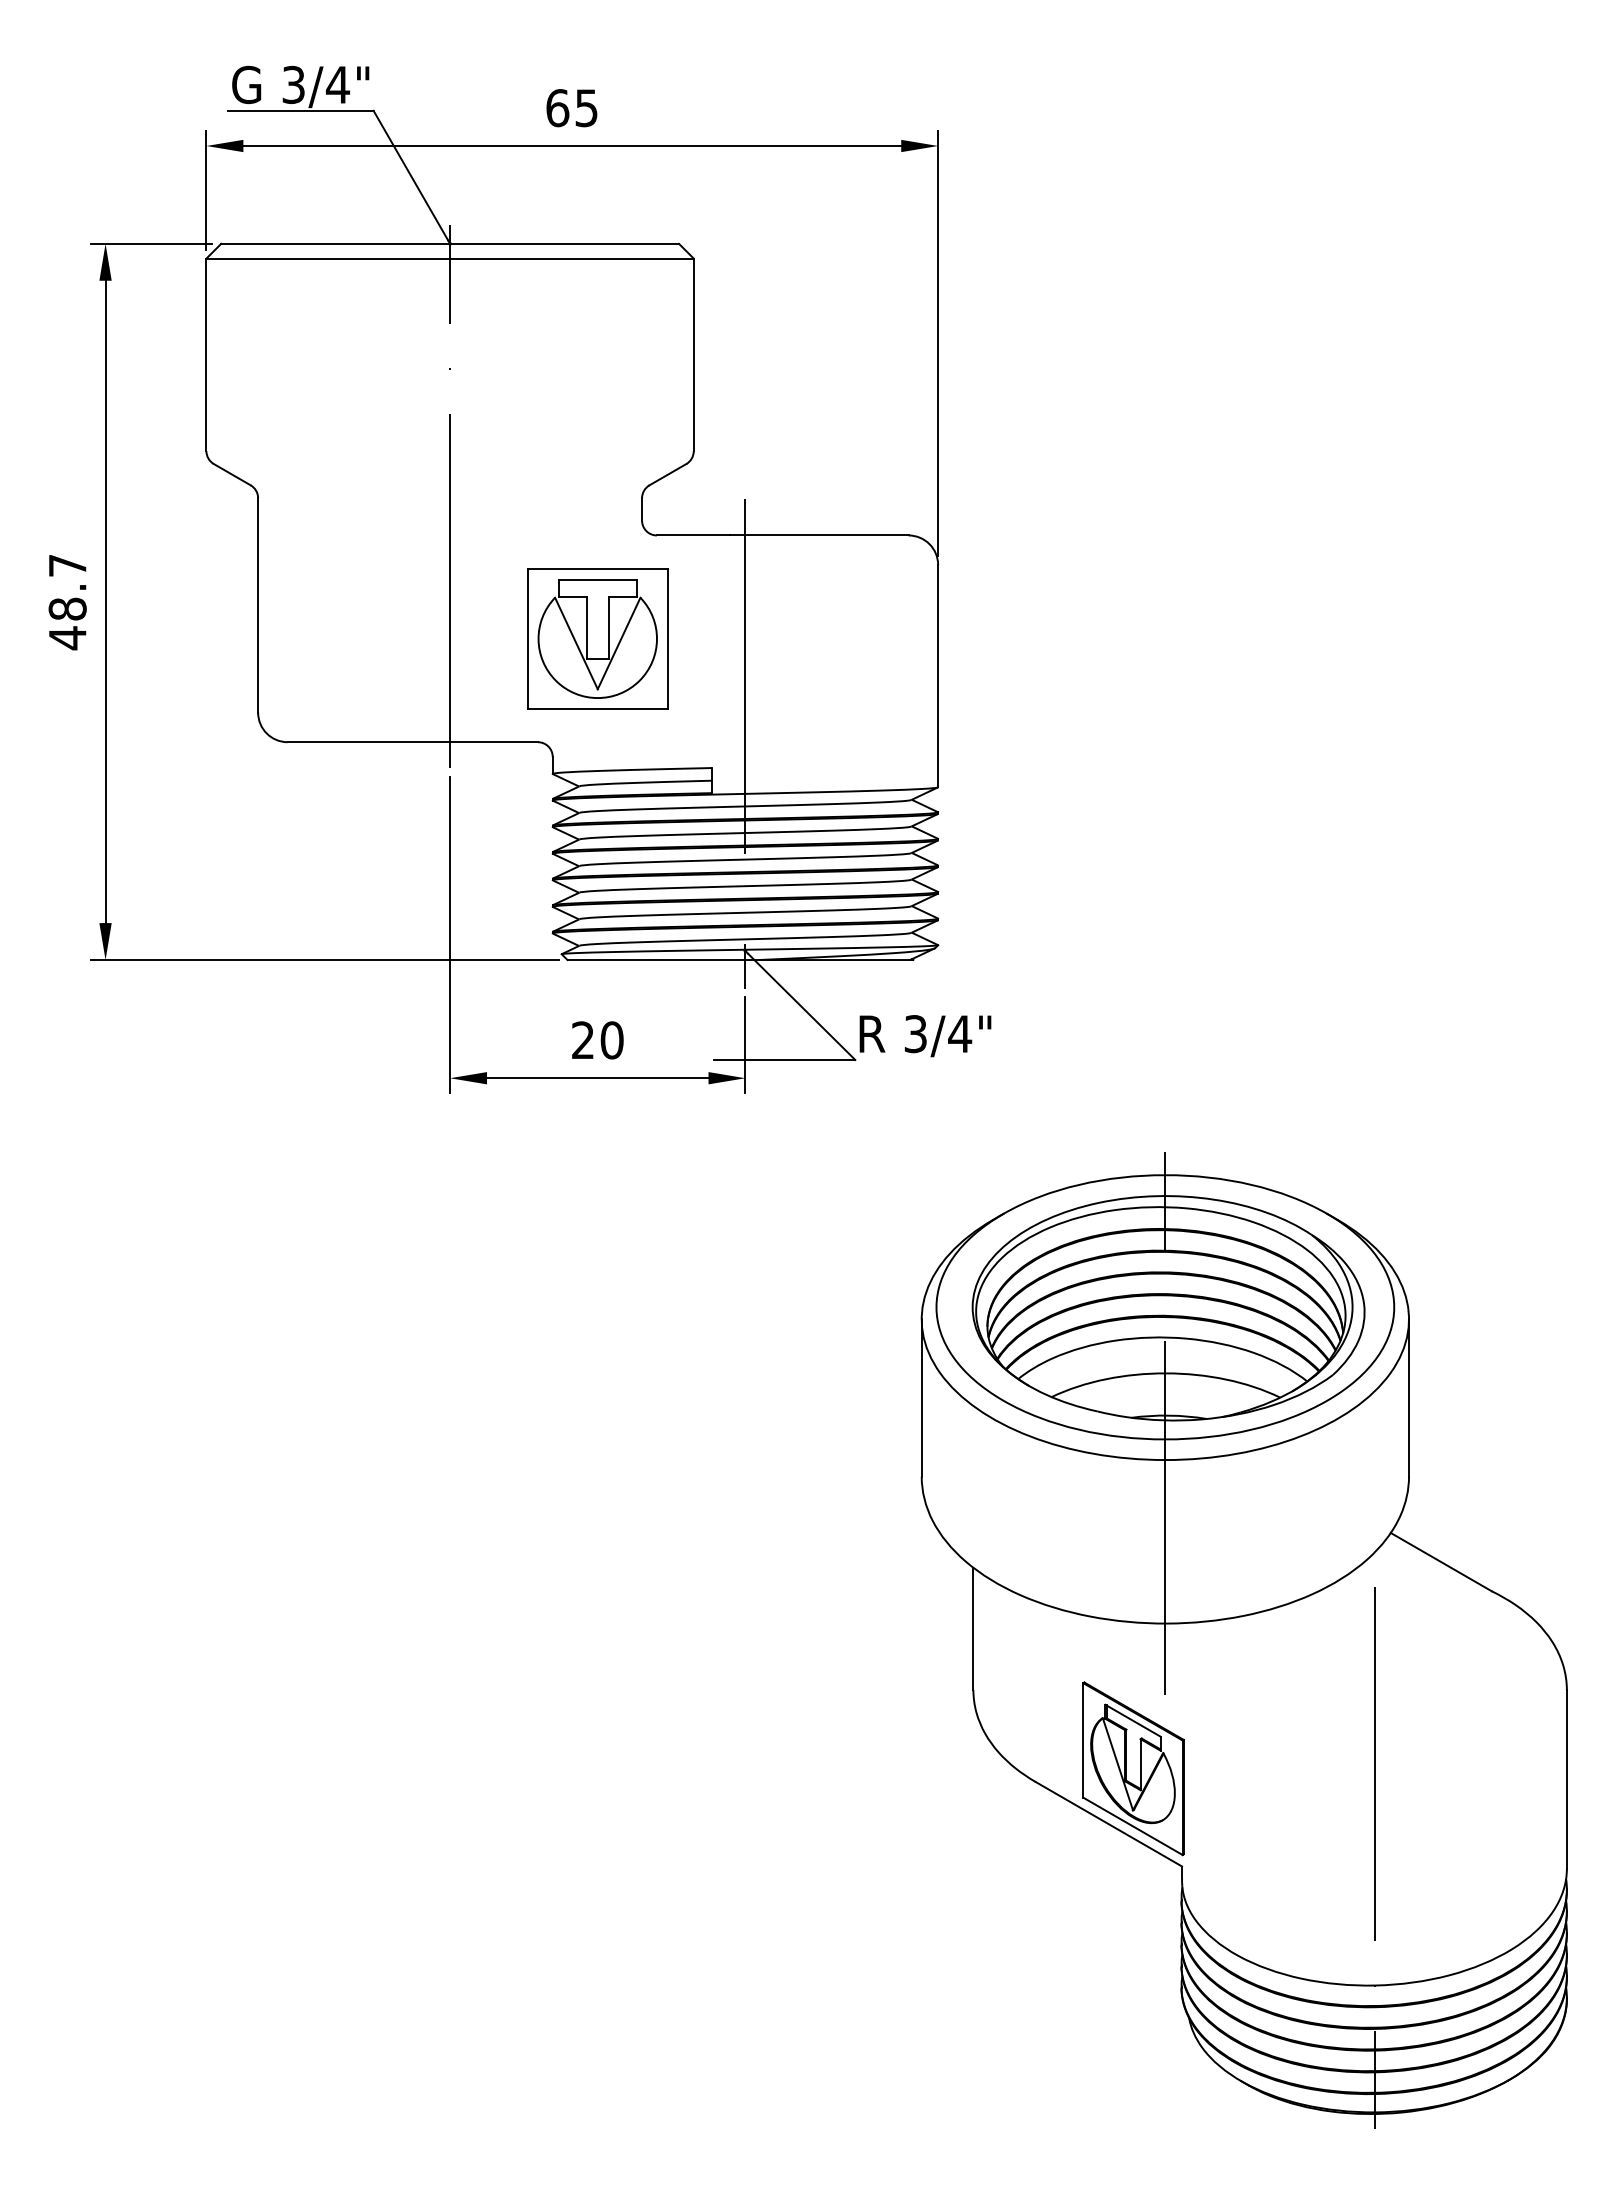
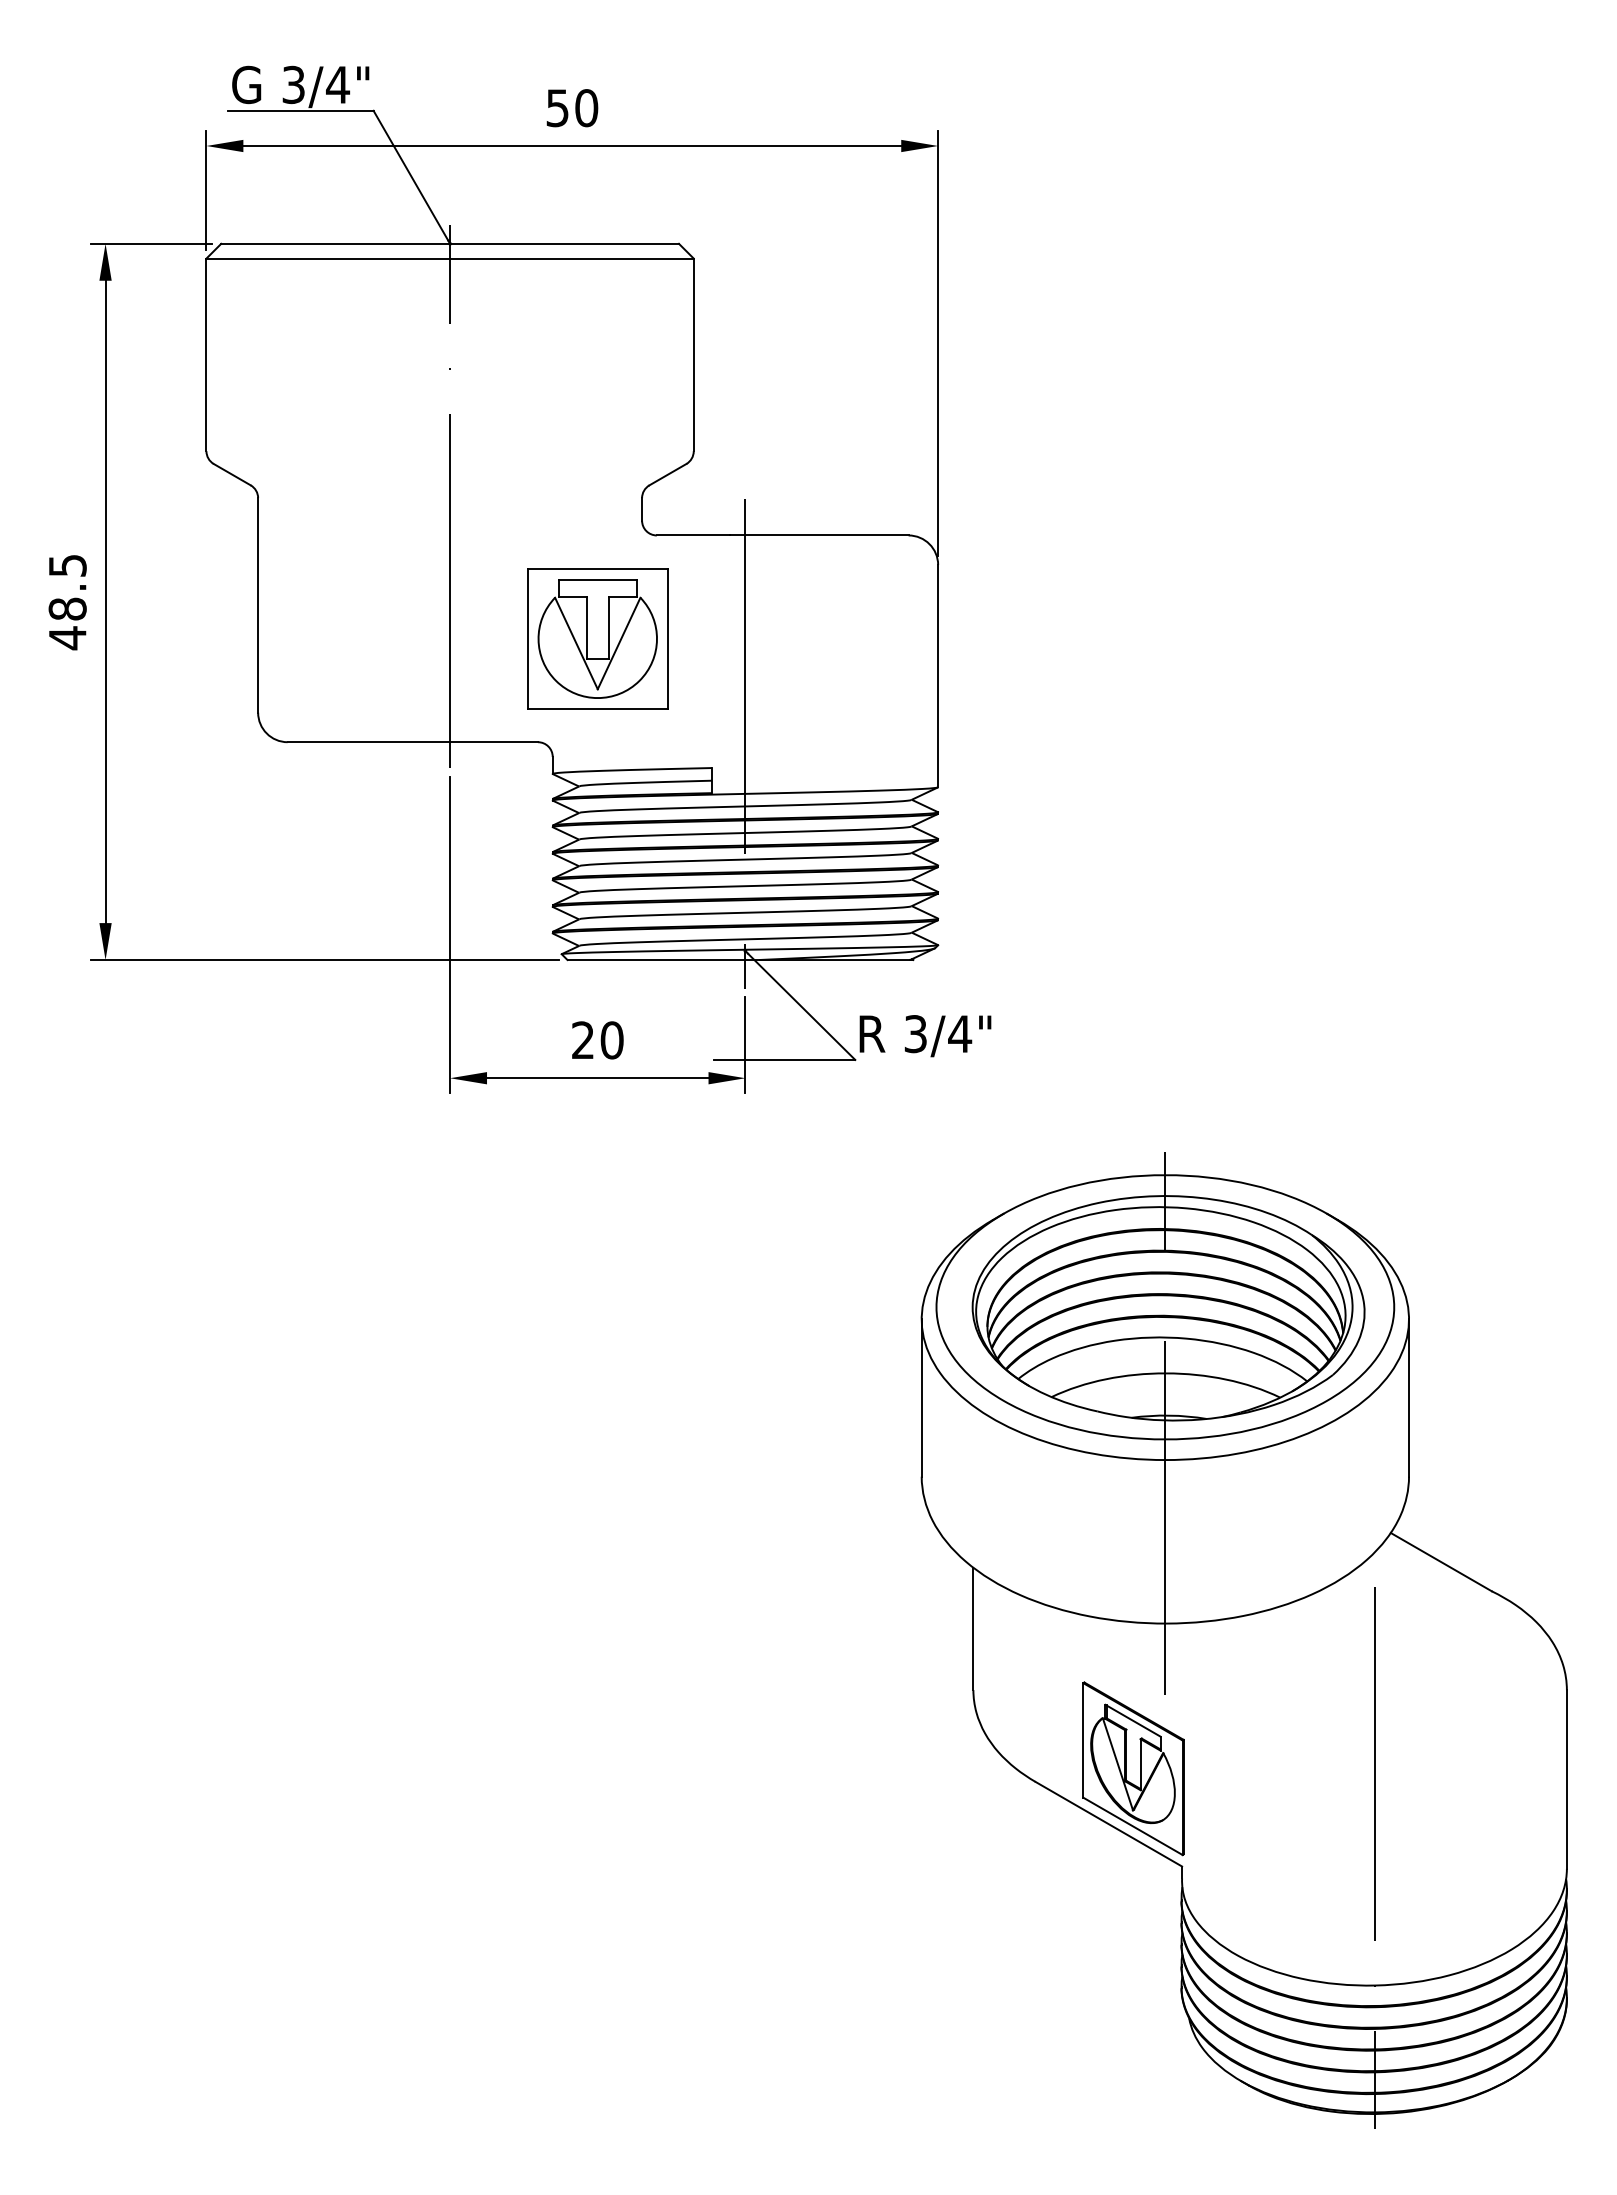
text at (572, 108): 65 -> 50
text at (67, 565): 48.7 -> 48.5
